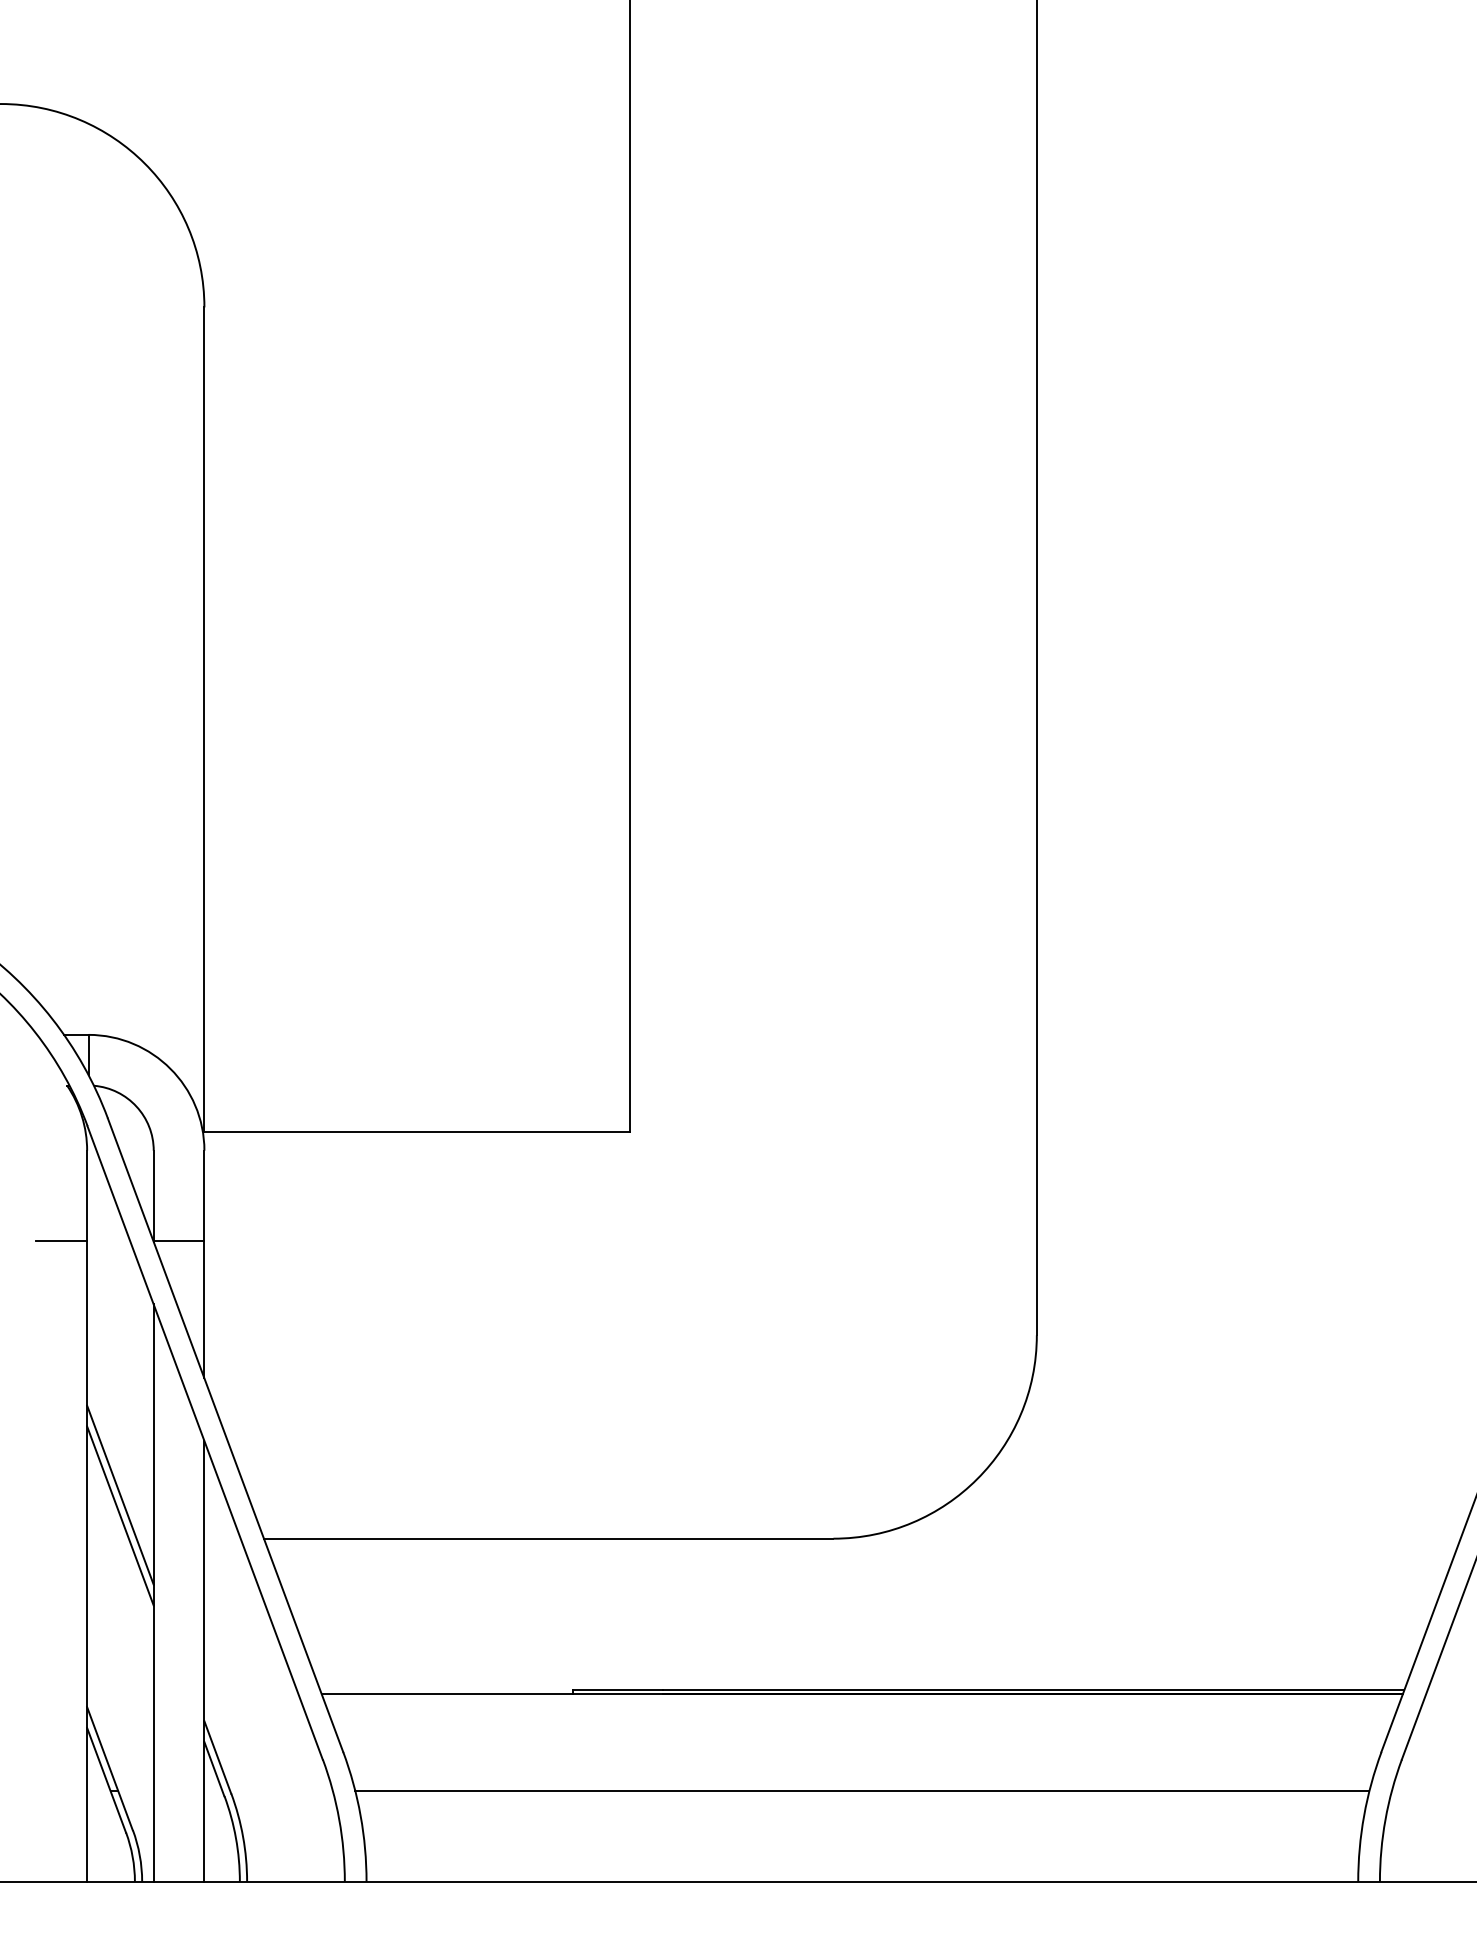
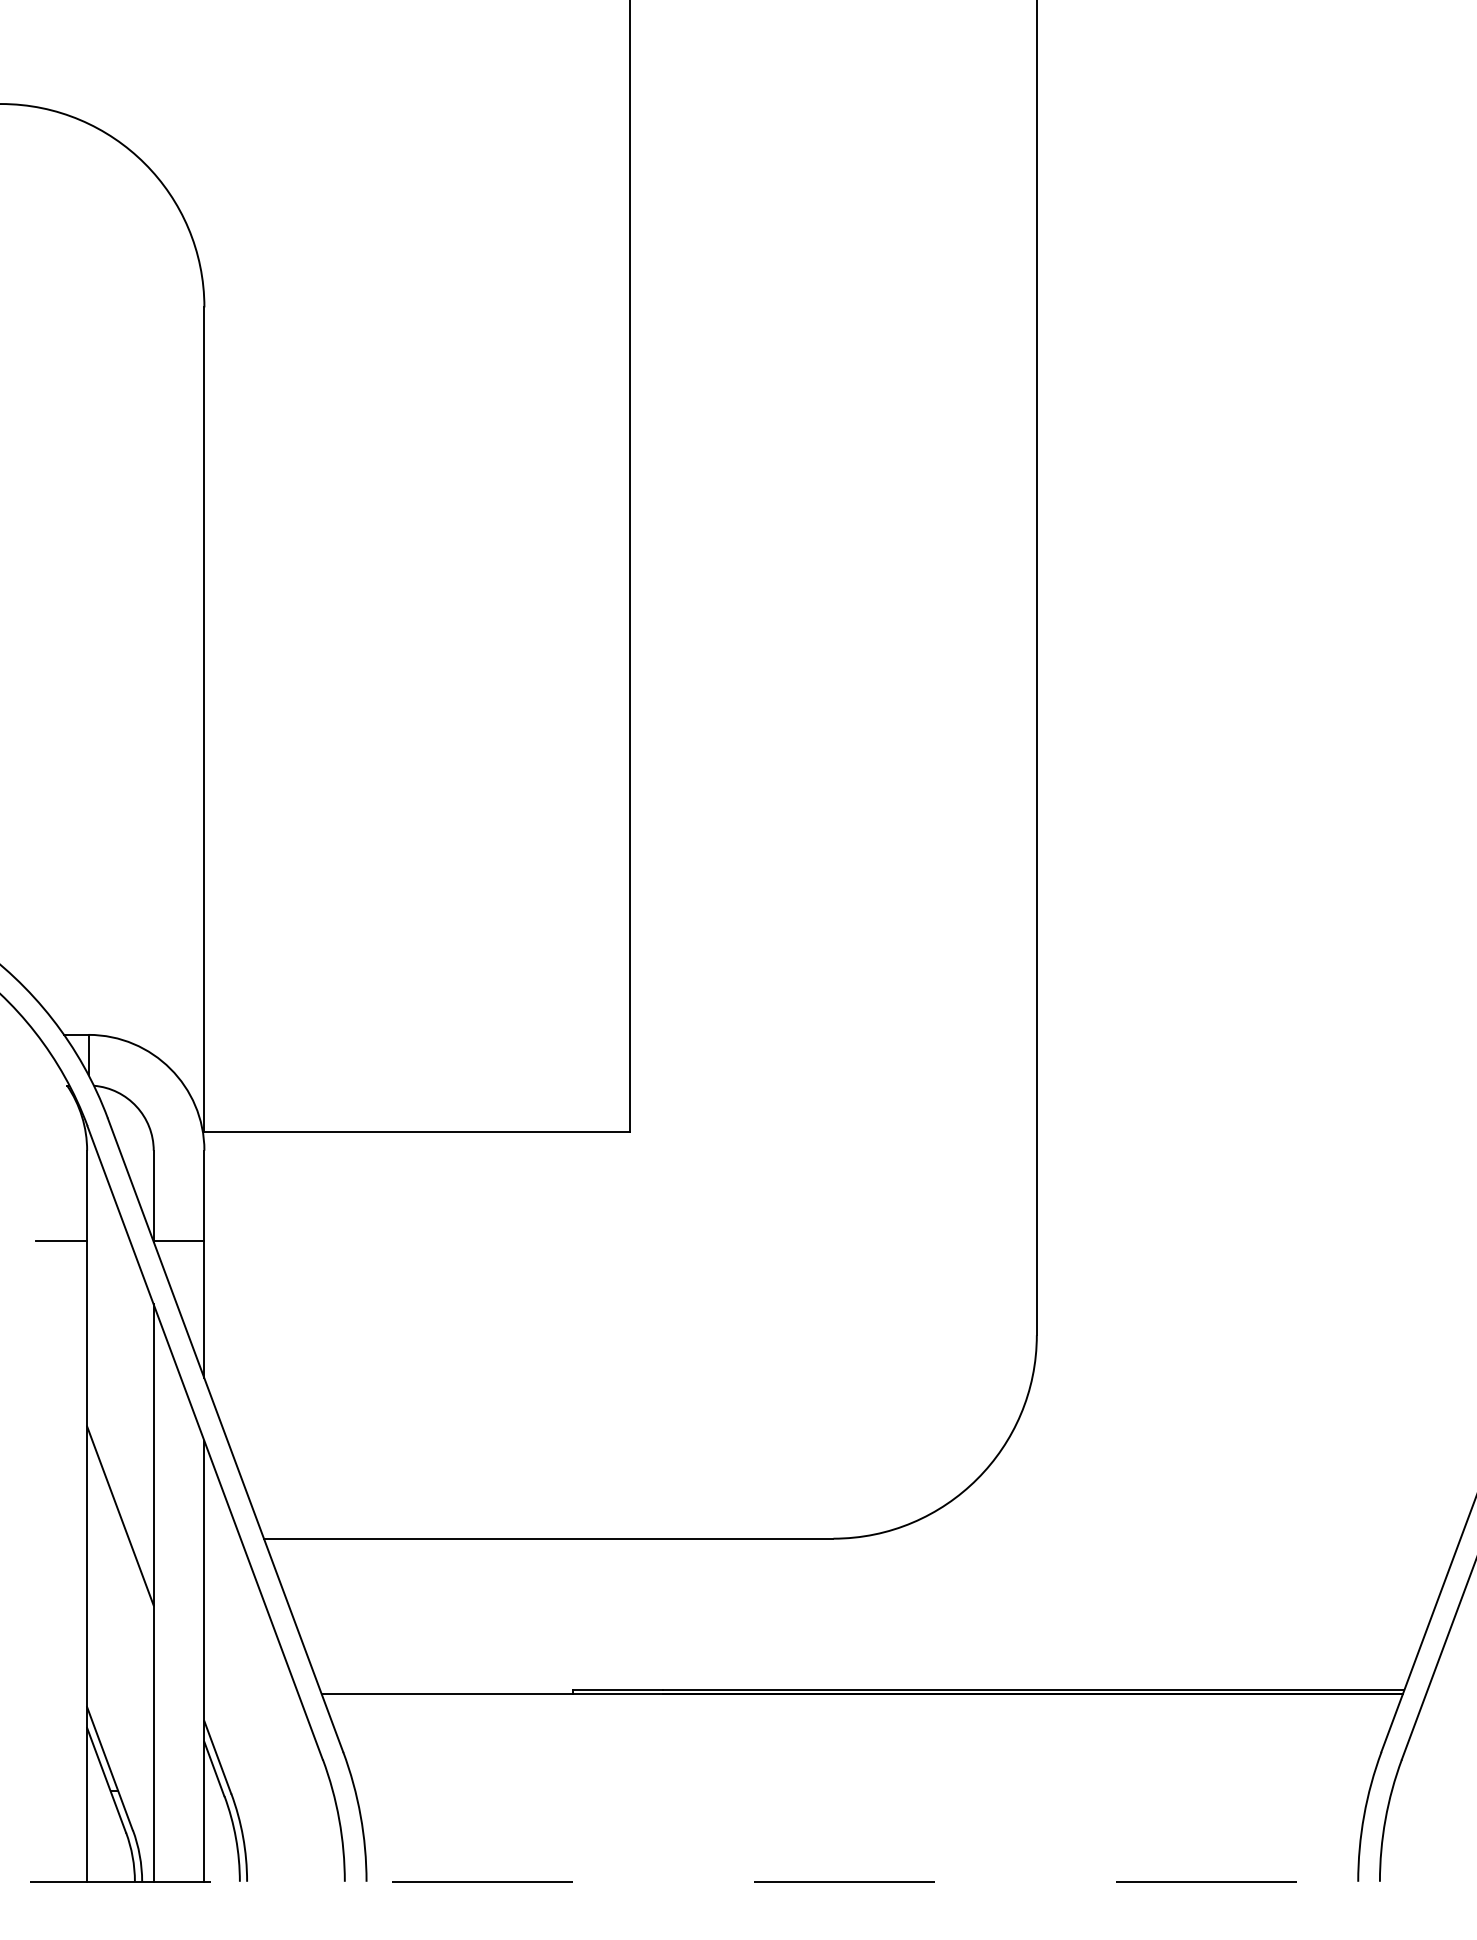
line at (120, 1494): present -> none
line at (862, 1791): present -> none
line at (737, 1881): solid -> dashed
